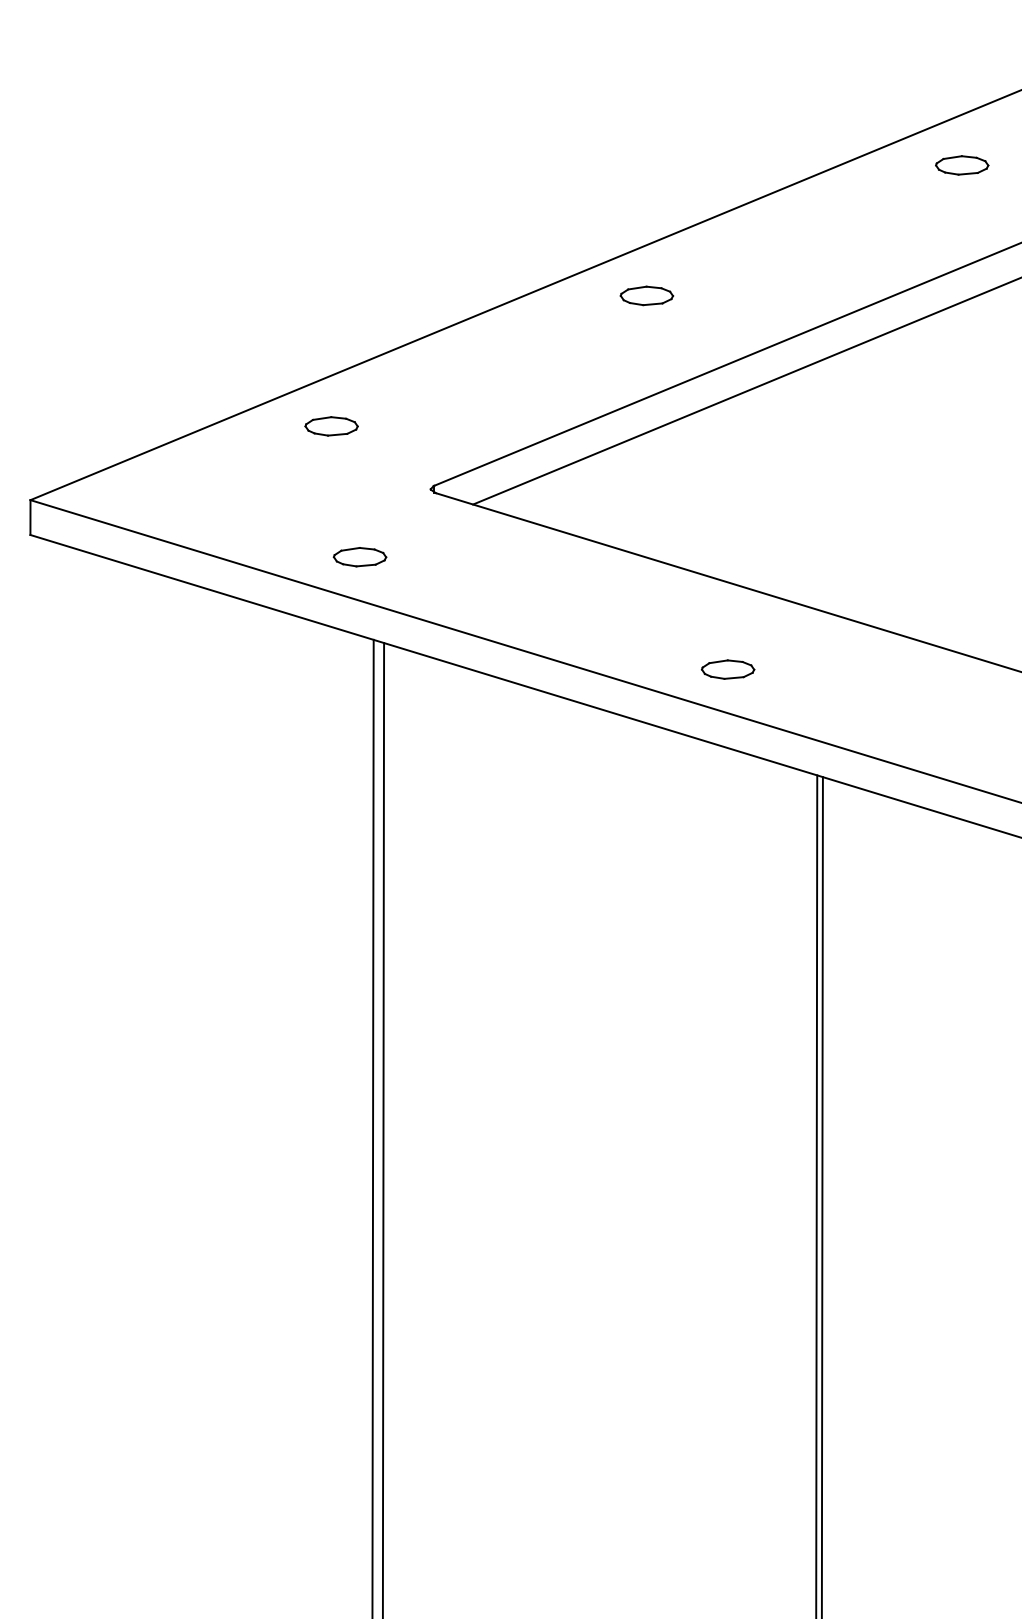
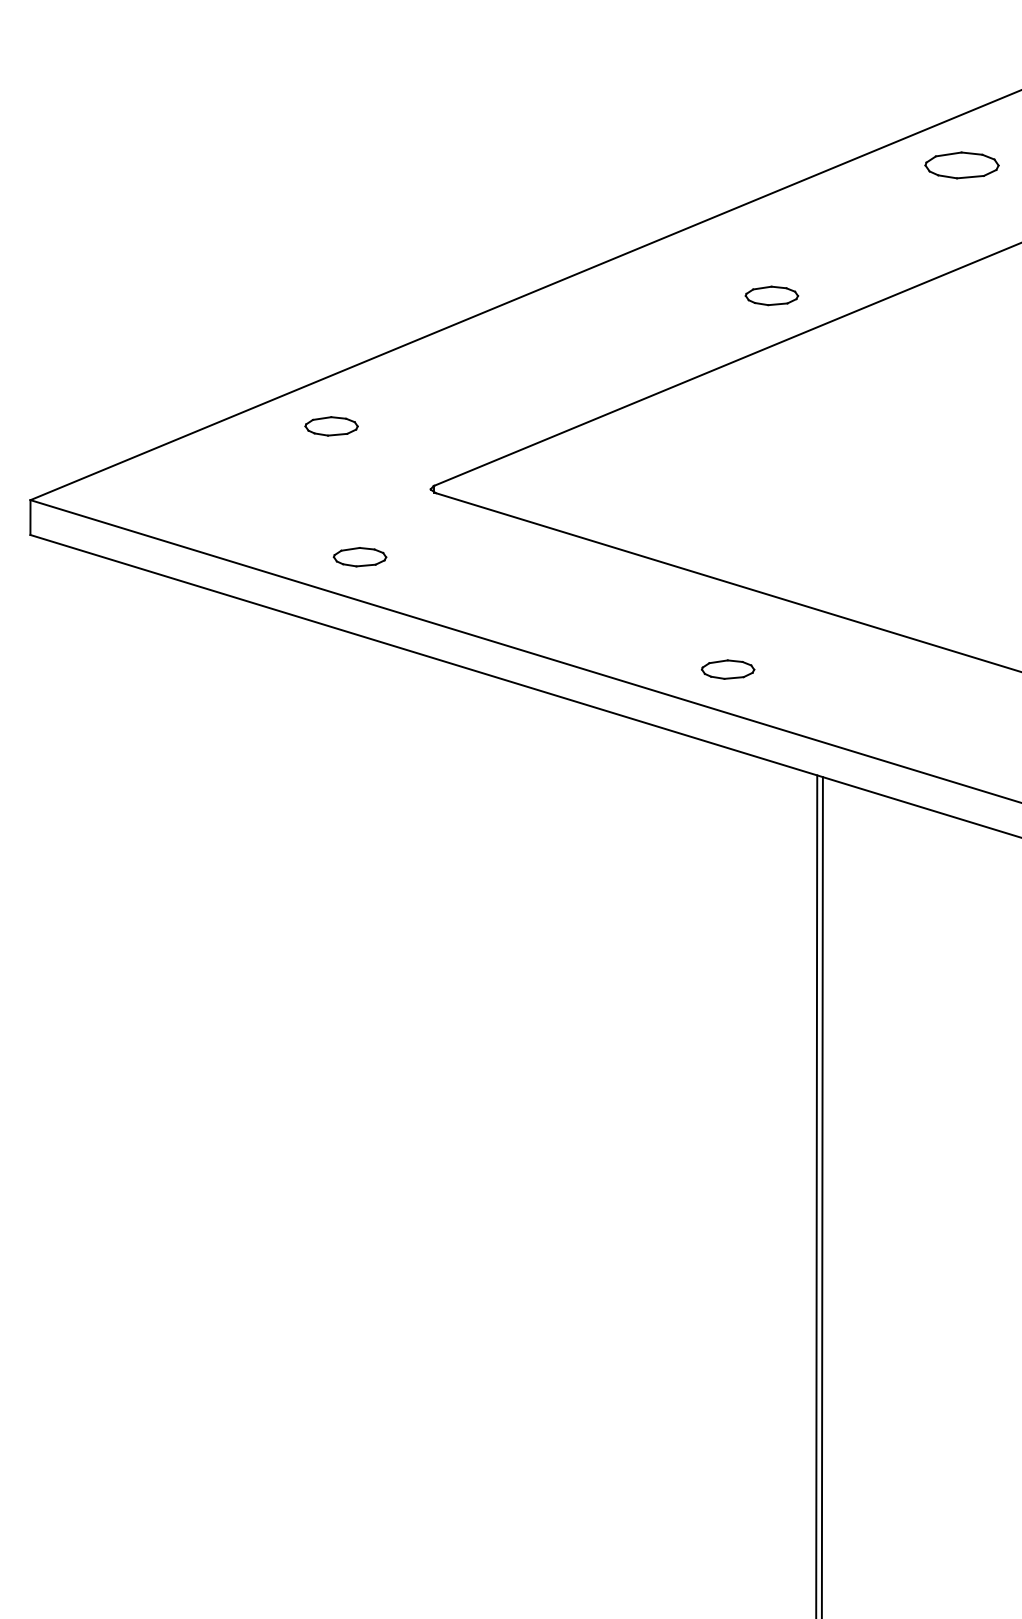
part at (962, 165) size: 55x21 px -> 76x29 px
part at (646, 295) position: (646, 295) -> (771, 295)
line at (745, 391): present -> none
line at (372, 1127): present -> none
line at (383, 1129): present -> none
